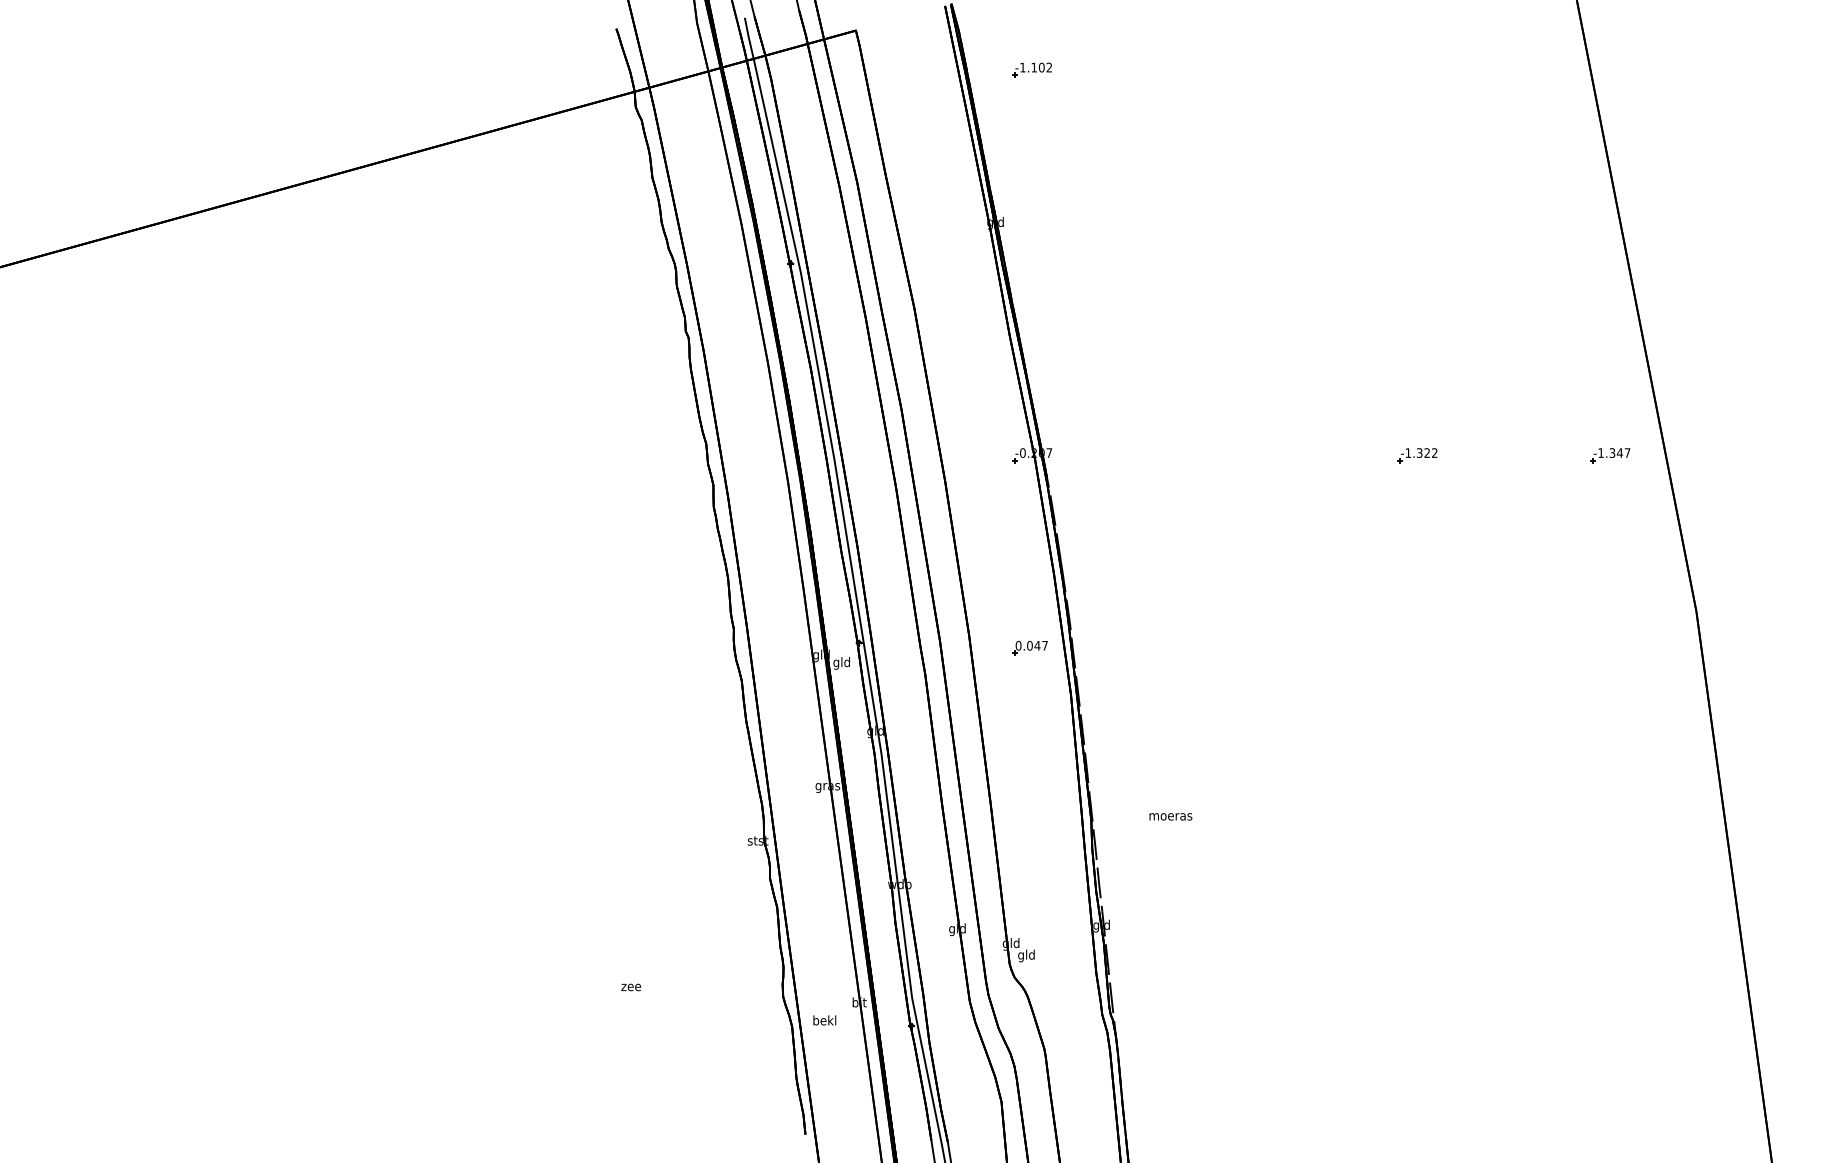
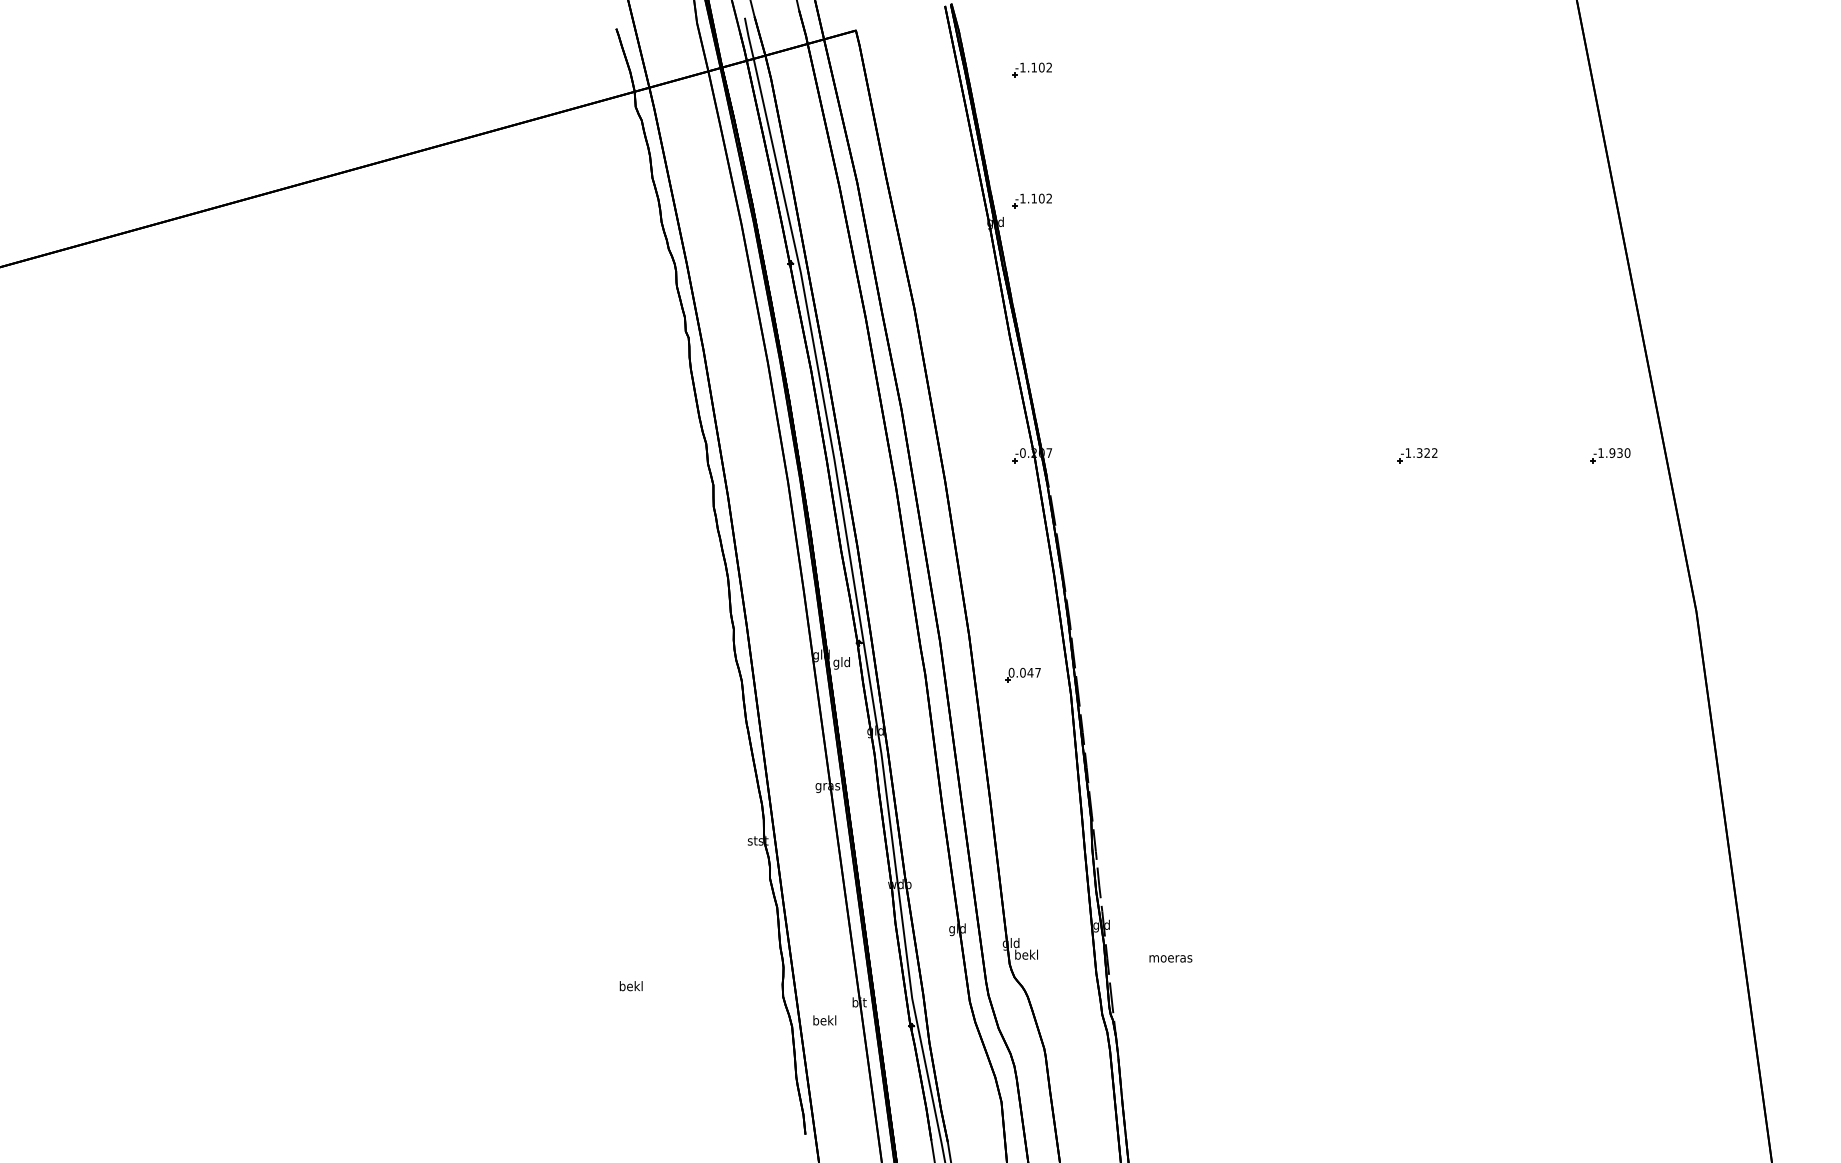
part at (1031, 200): none -> present
text at (1619, 452): -1.347 -> -1.930
part at (1029, 647) position: (1029, 647) -> (1022, 674)
text at (1170, 816) position: (1170, 816) -> (1170, 958)
text at (1026, 955): gld -> bekl
text at (630, 986): zee -> bekl
